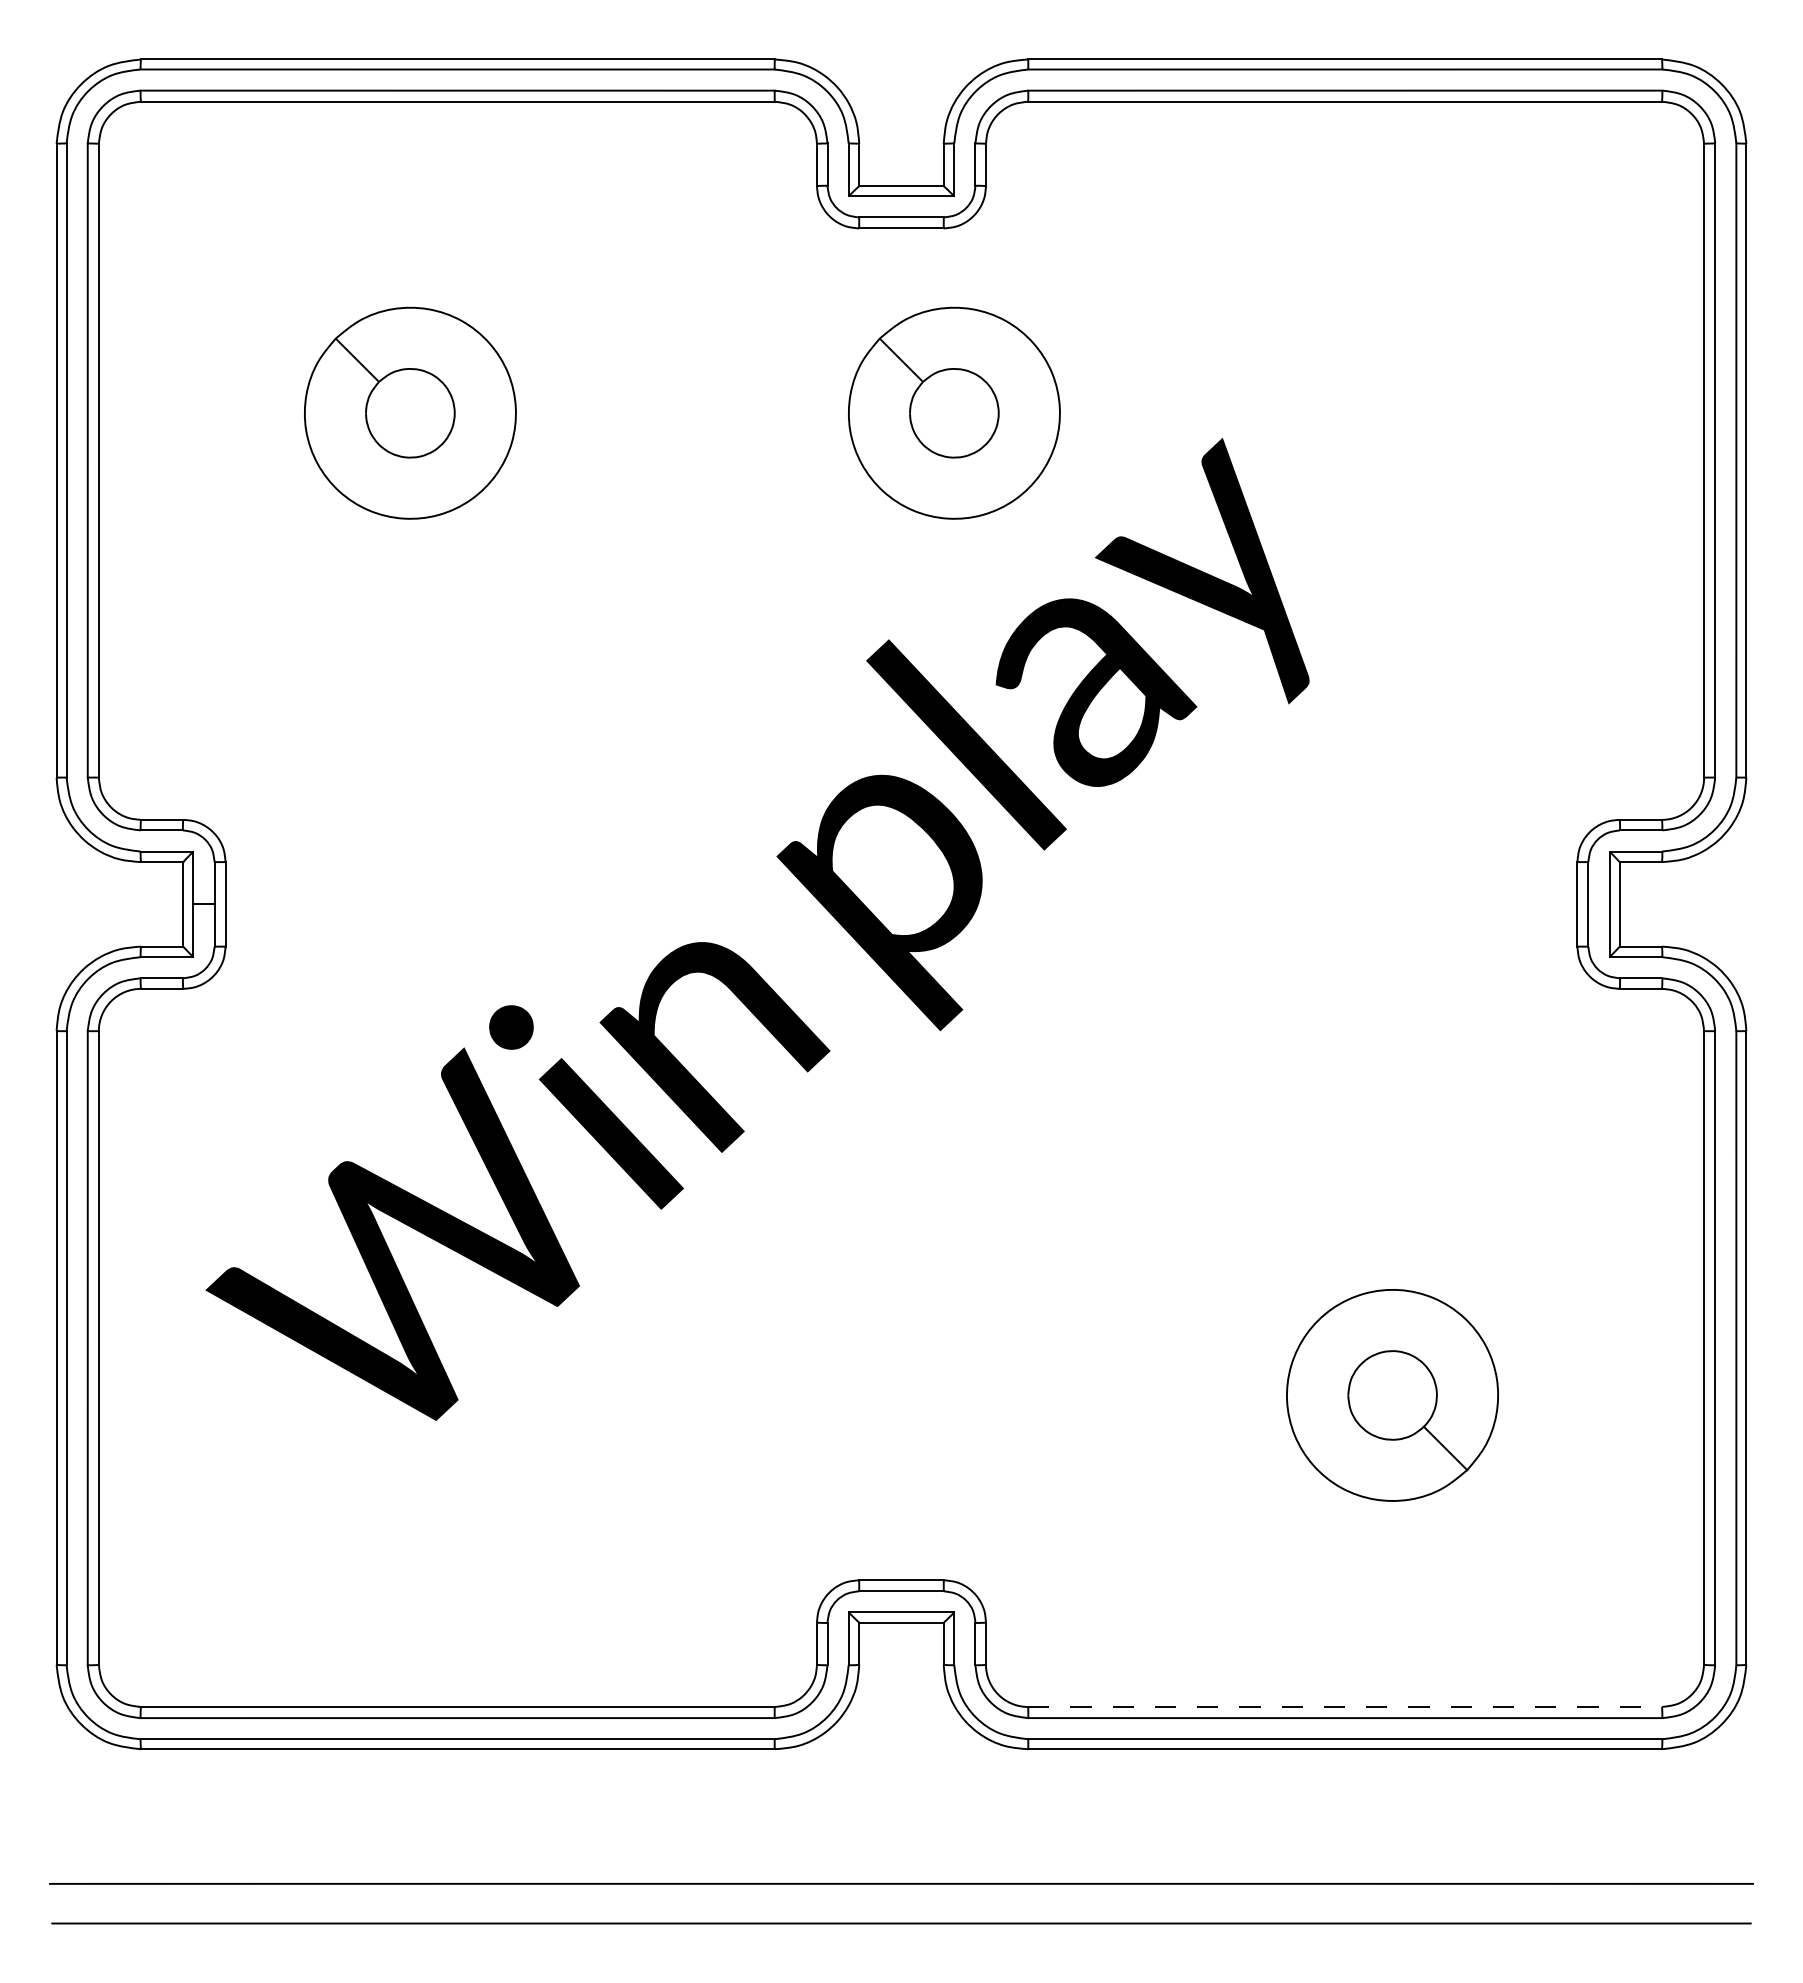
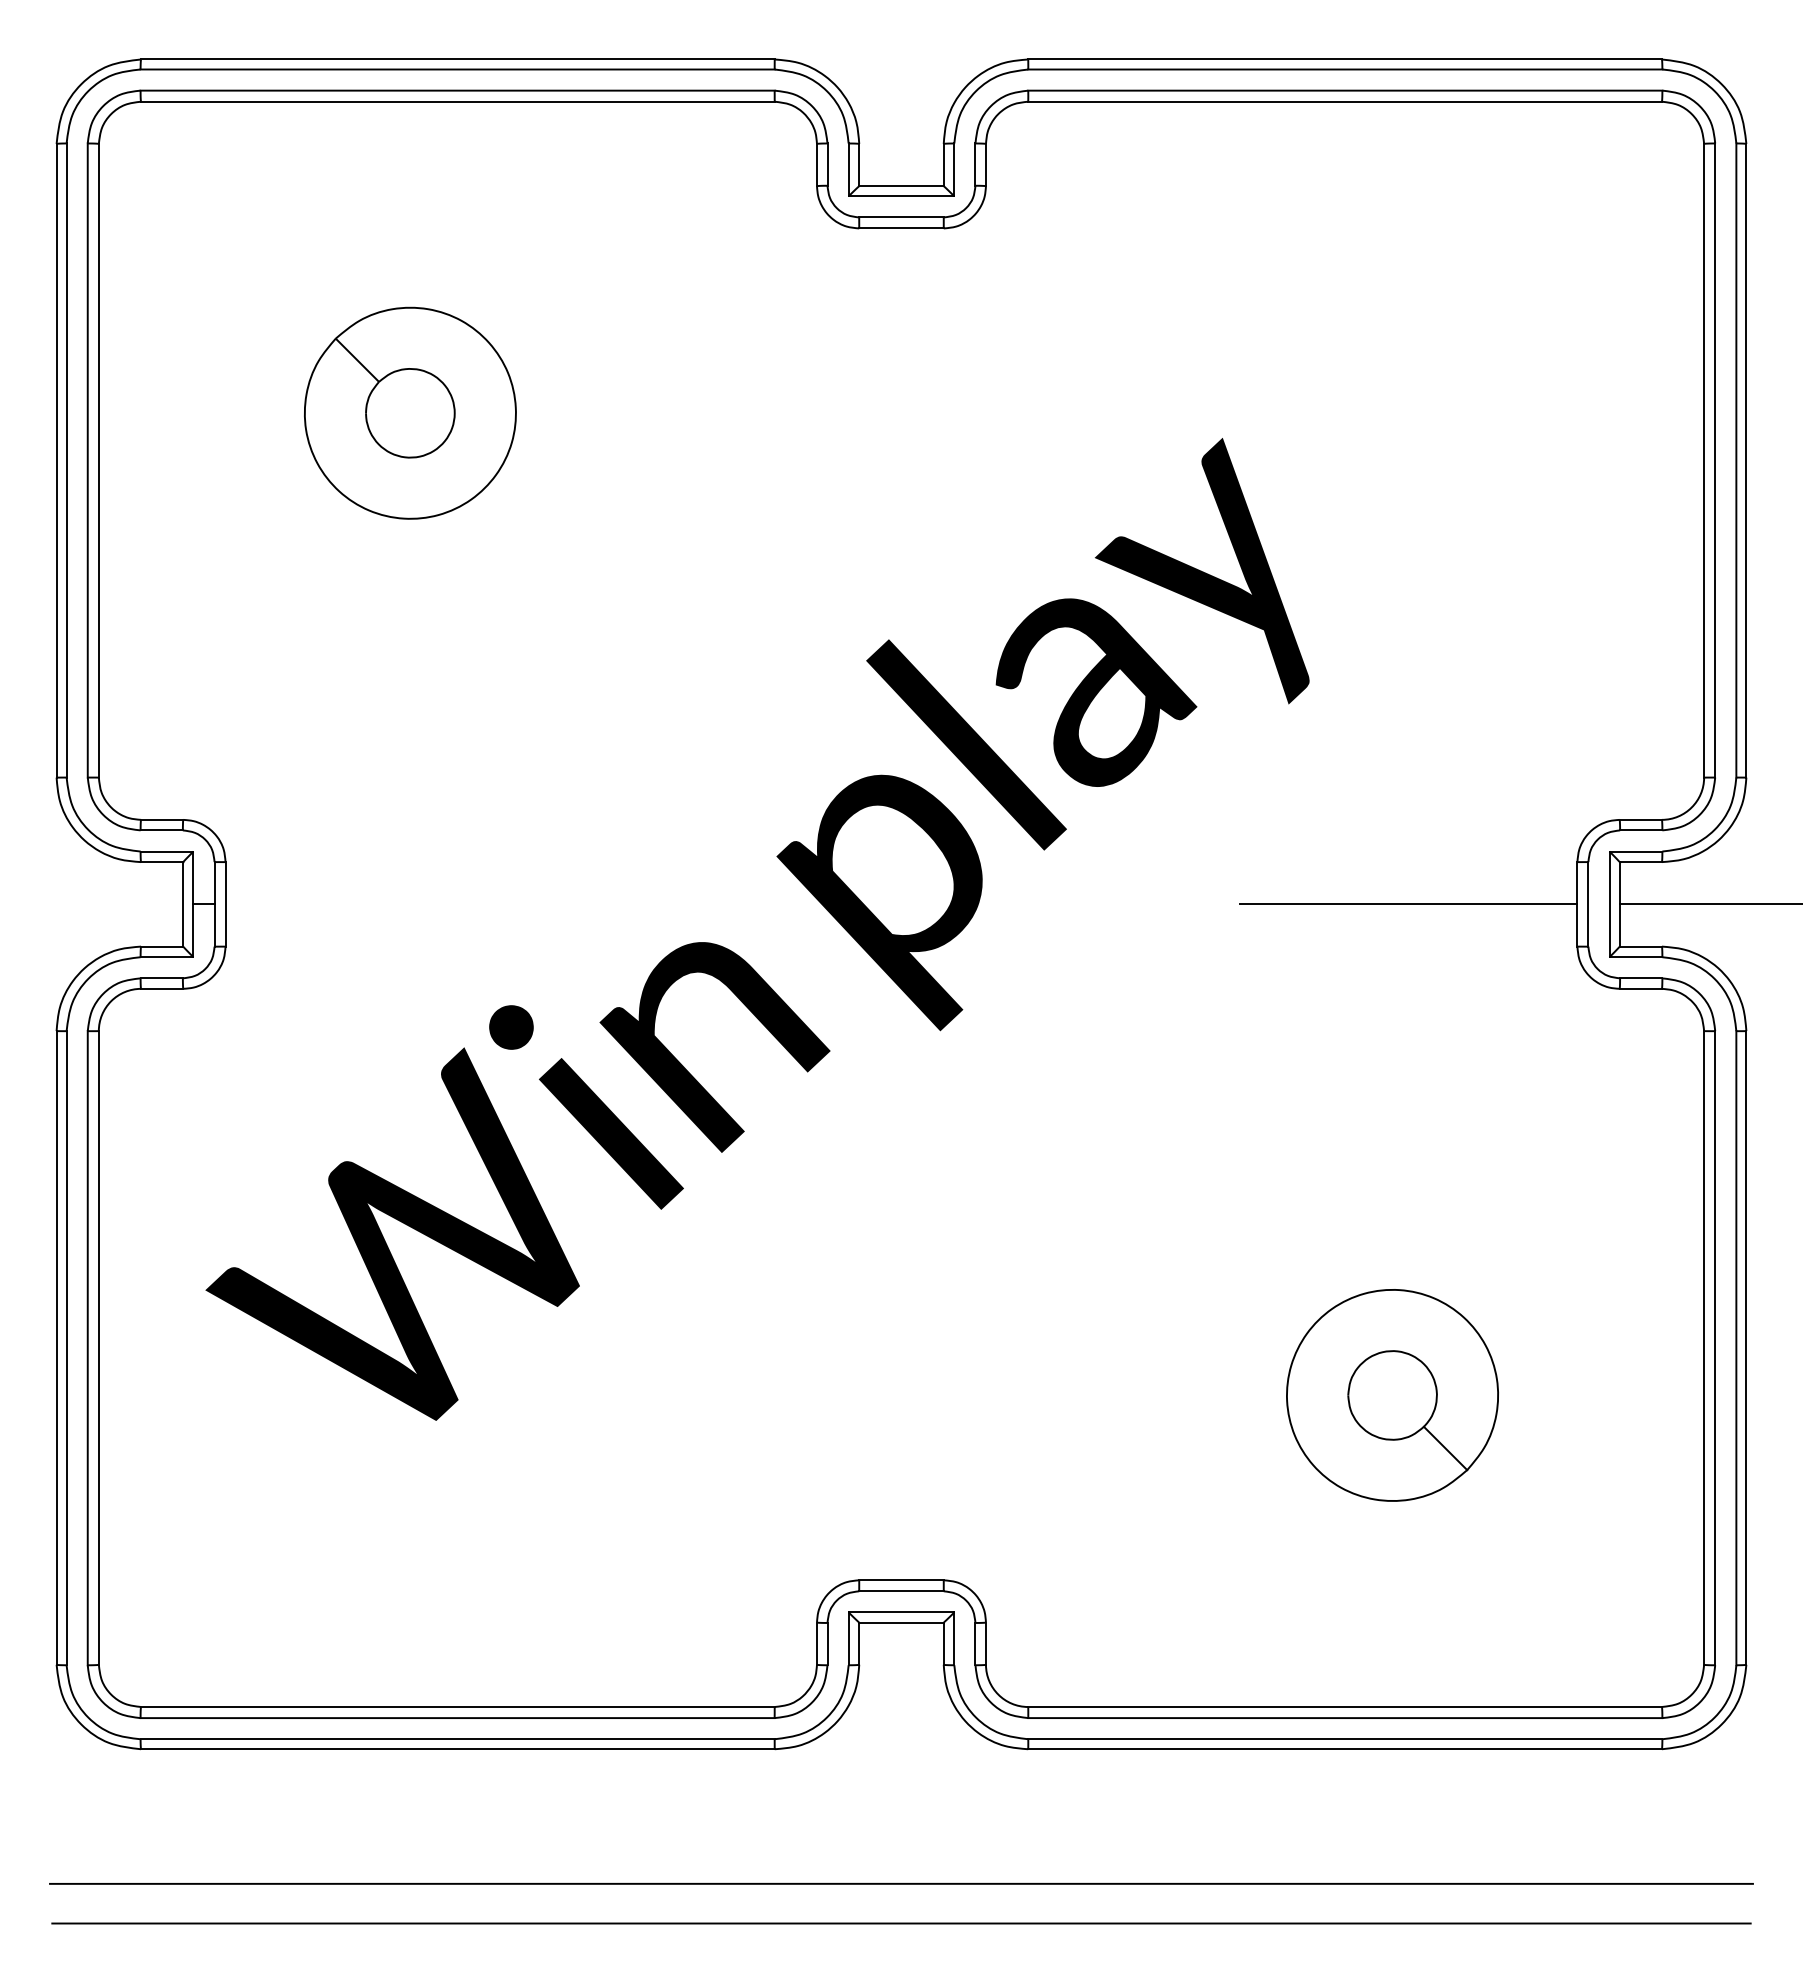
part at (954, 412): present -> none
line at (1408, 904): none -> present
line at (1709, 904): none -> present
line at (1345, 1707): dashed -> solid
